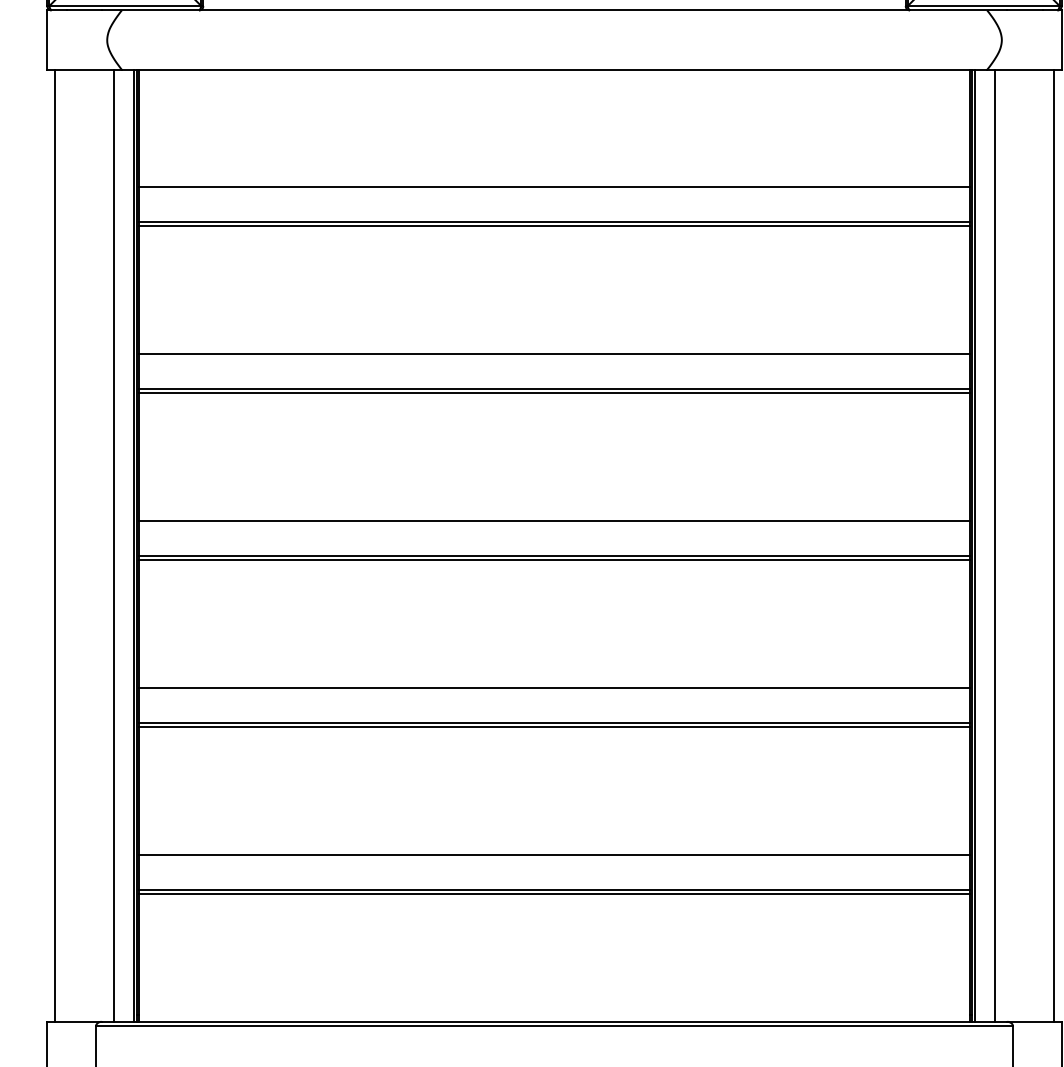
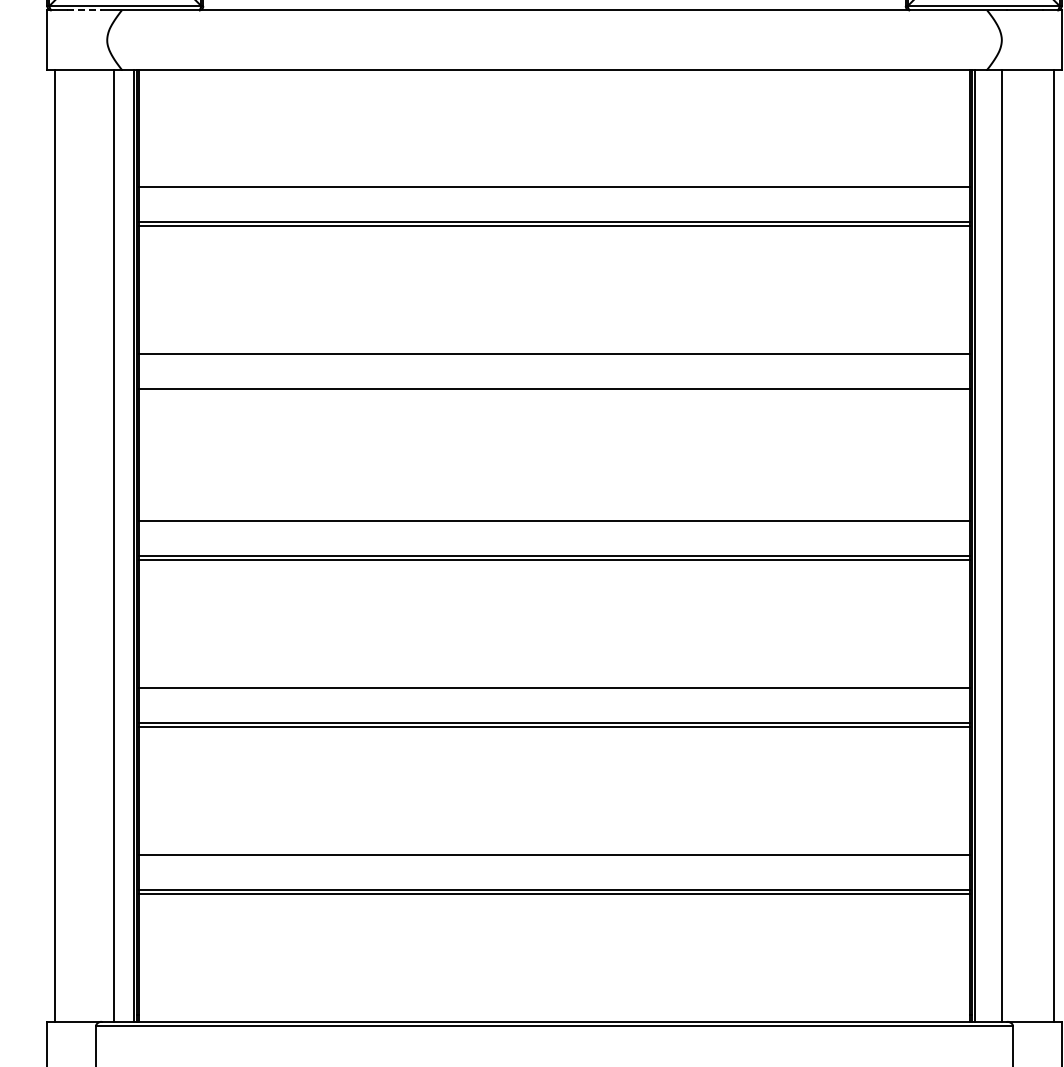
line at (84, 10): solid -> dashed
line at (554, 393): present -> none
line at (994, 545) position: (994, 545) -> (1001, 545)
